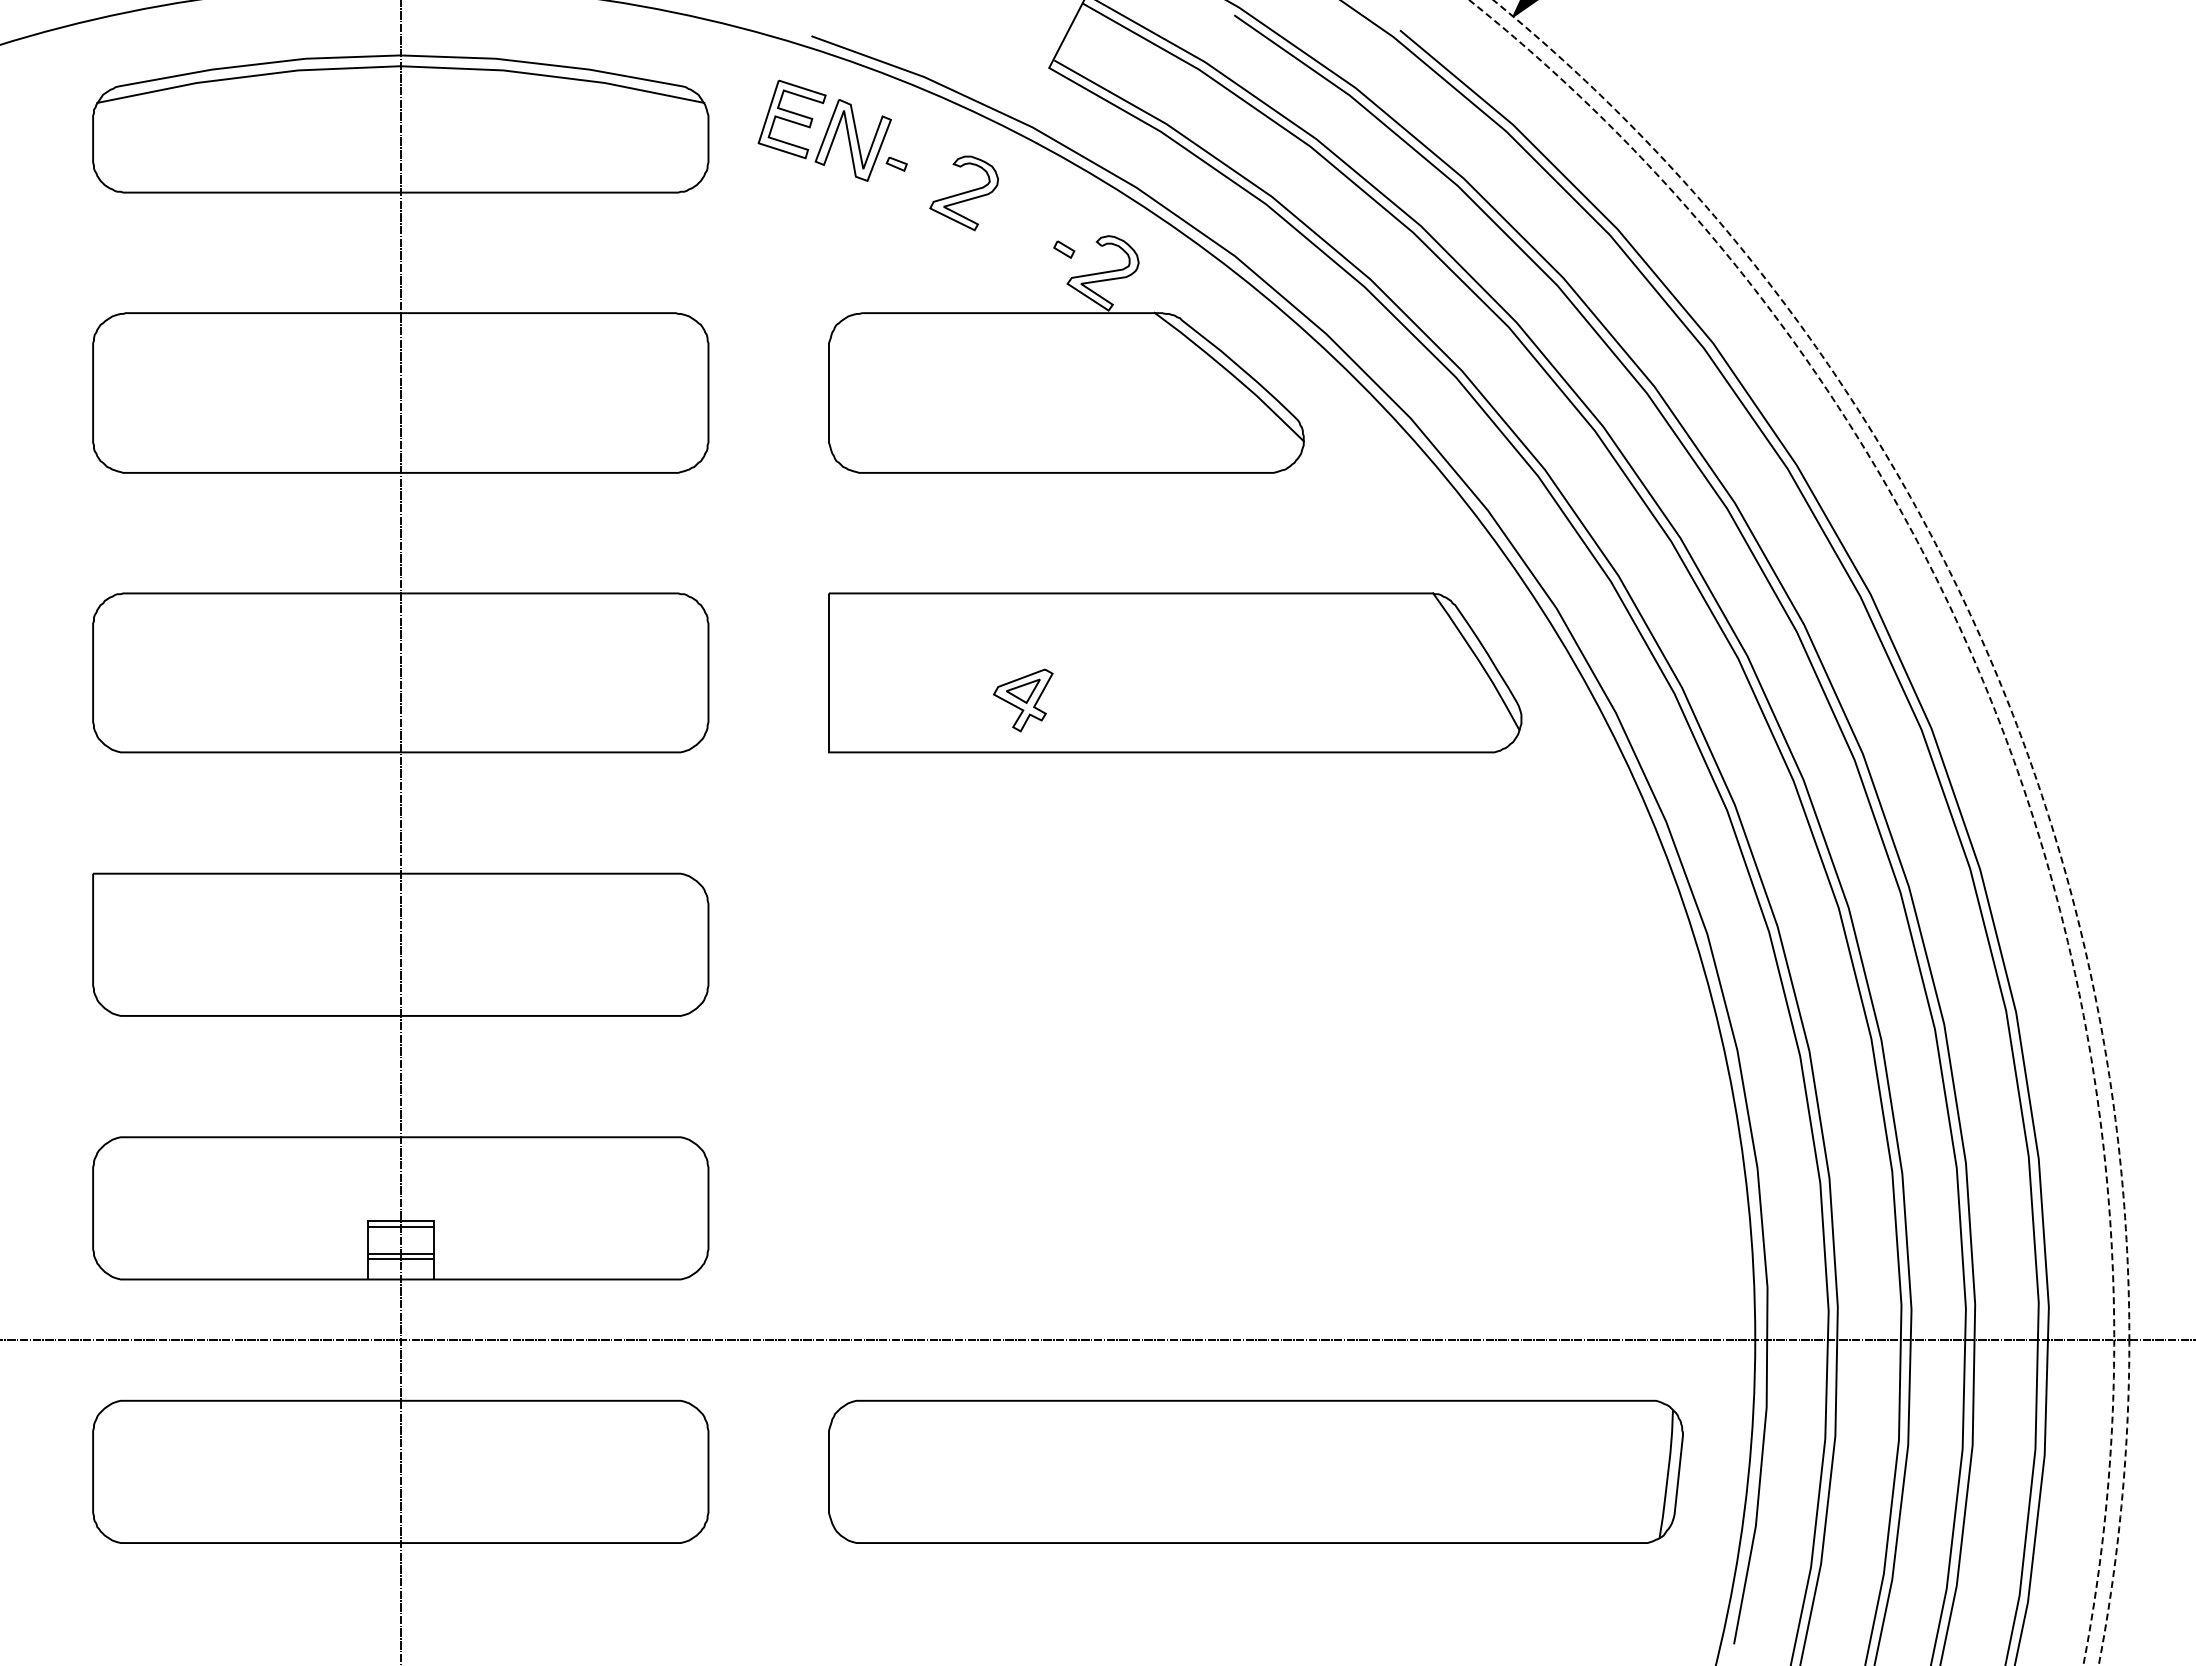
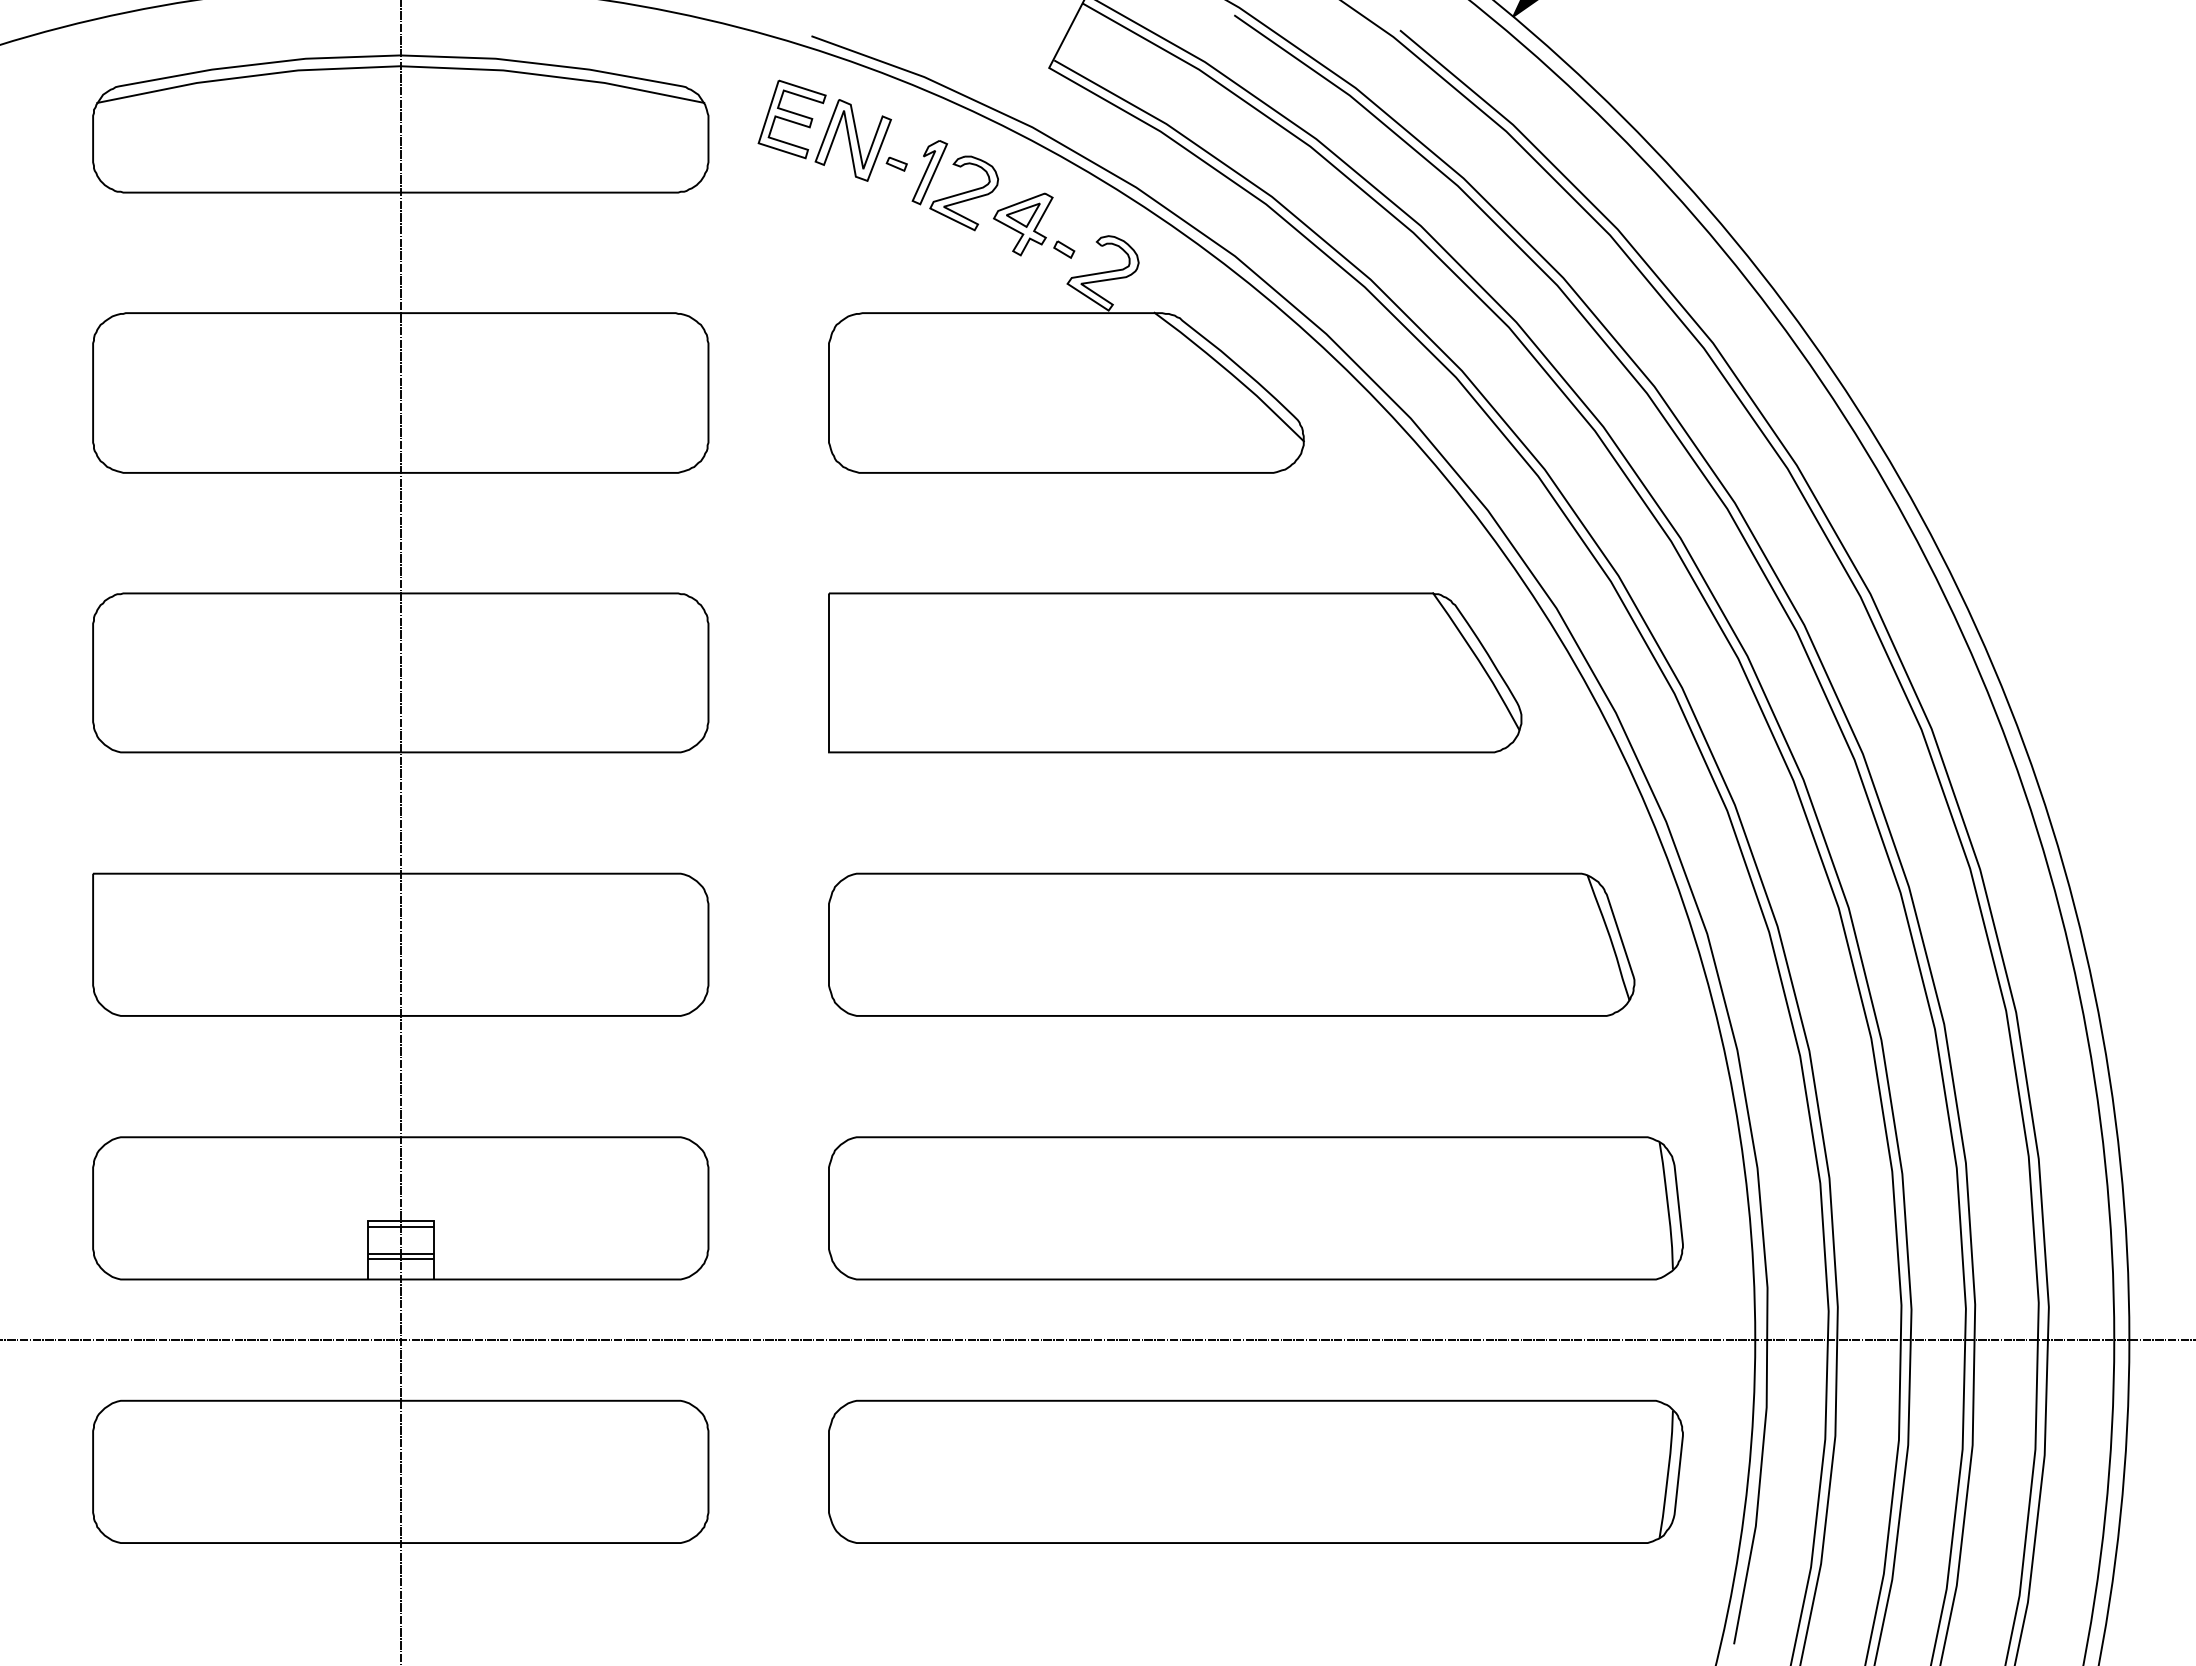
part at (929, 172): none -> present
part at (1023, 700) position: (1023, 700) -> (1023, 224)
circle at (1791, 832): dashed -> solid
circle at (1811, 832): dashed -> solid
curve at (1231, 874): none -> present
part at (1255, 1208): none -> present
